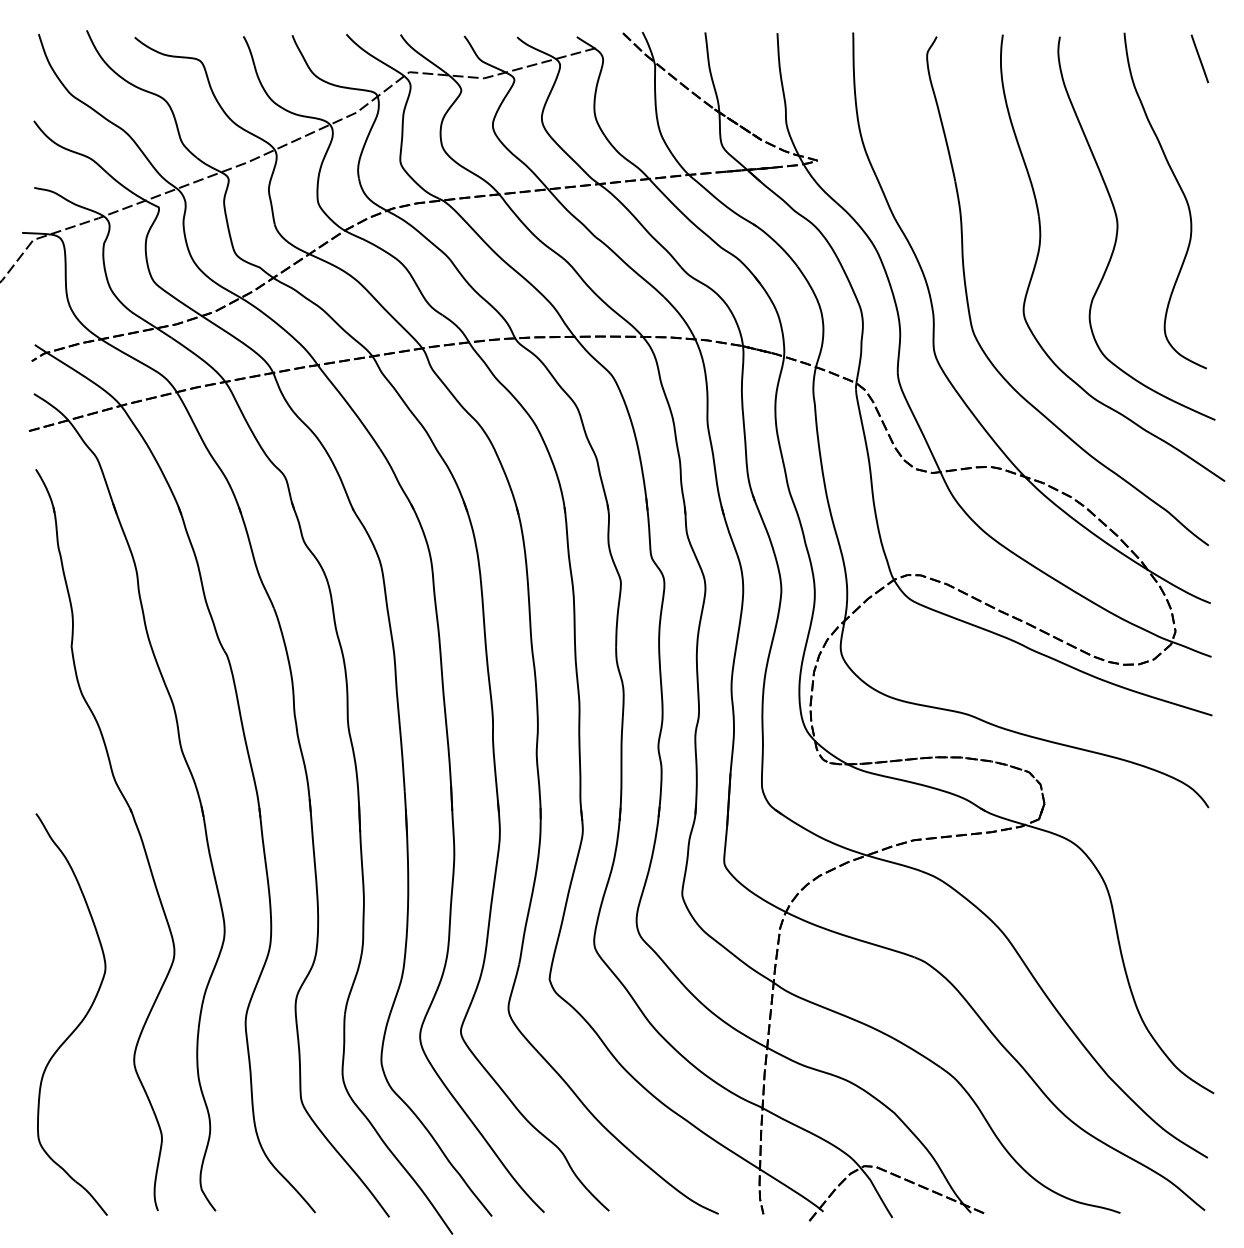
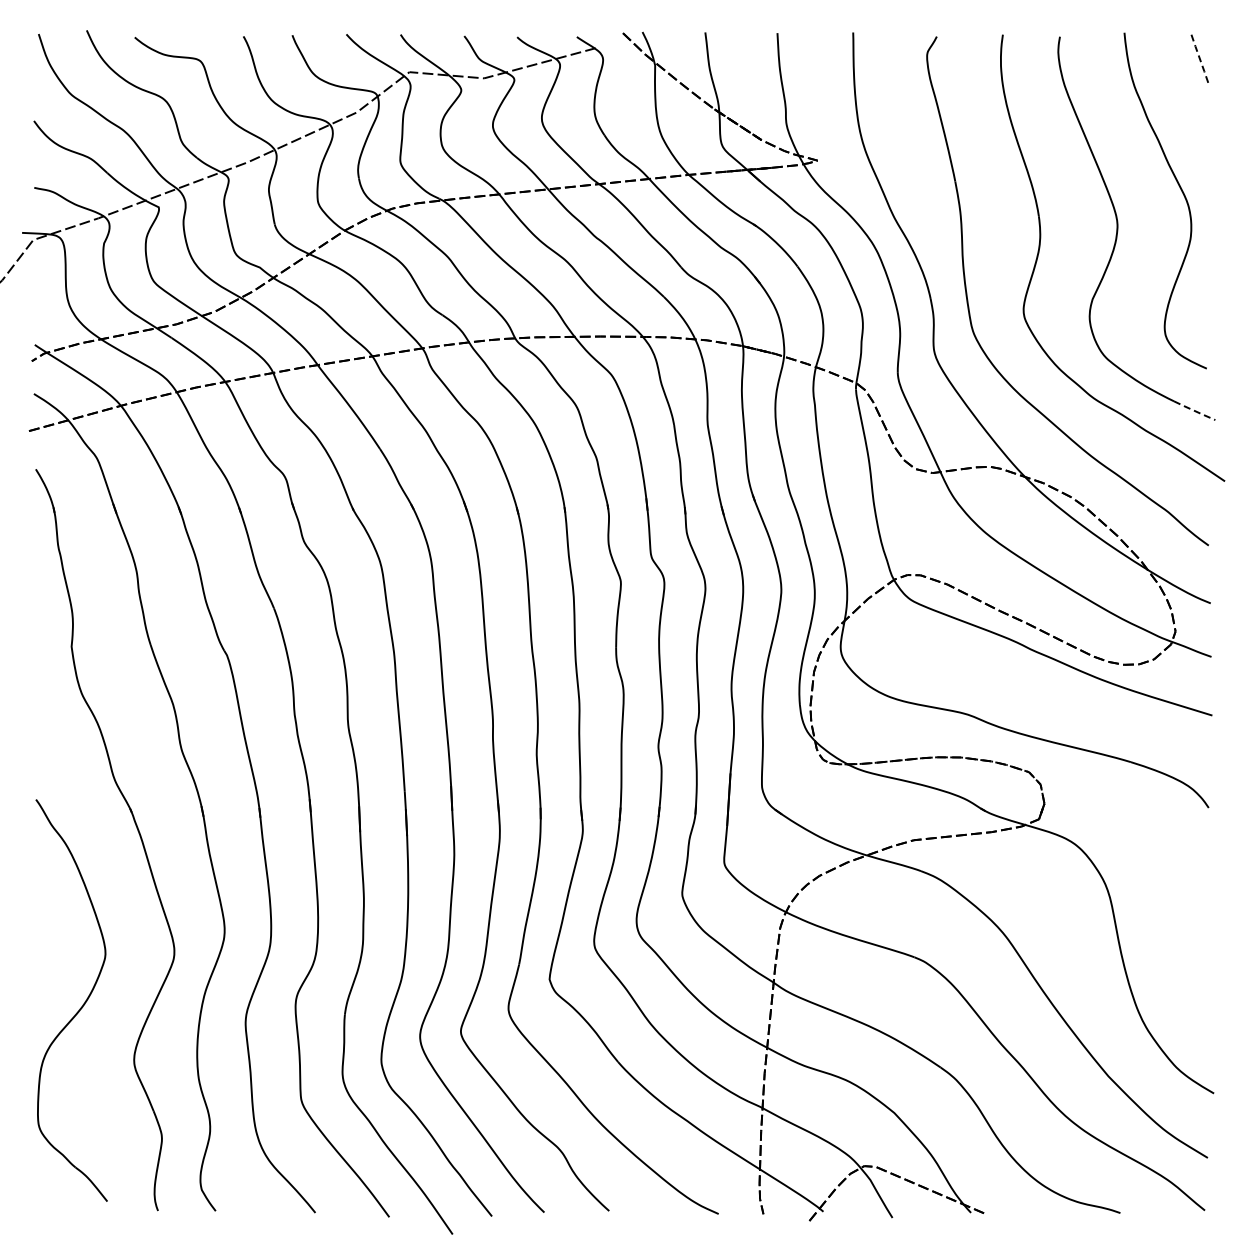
line at (1200, 59): solid -> dashed
line at (1194, 410): solid -> dashed
part at (79, 1022) position: (79, 1022) -> (79, 1008)
